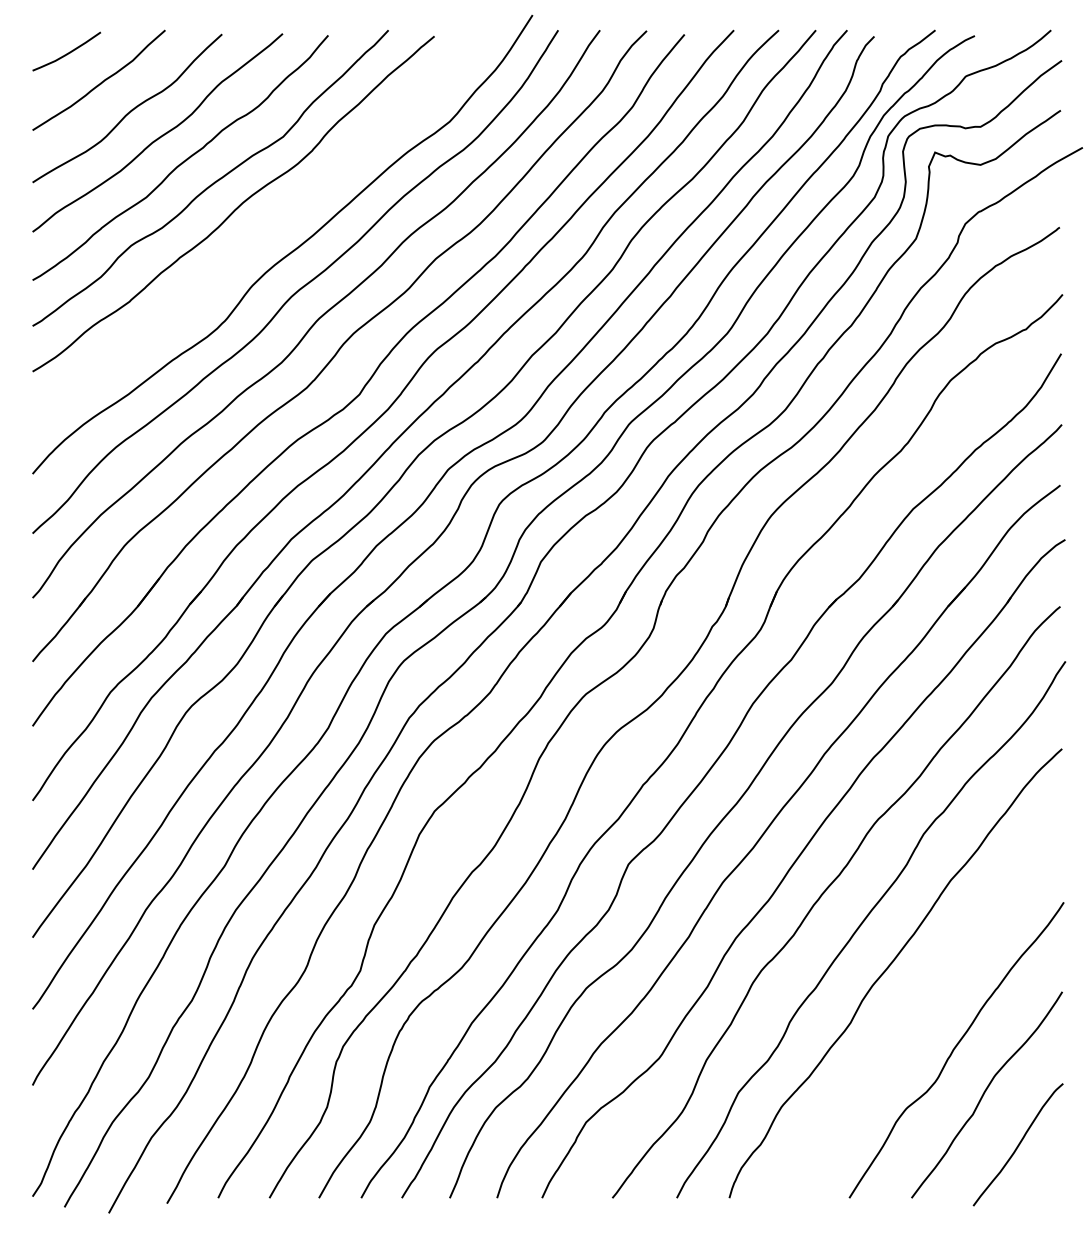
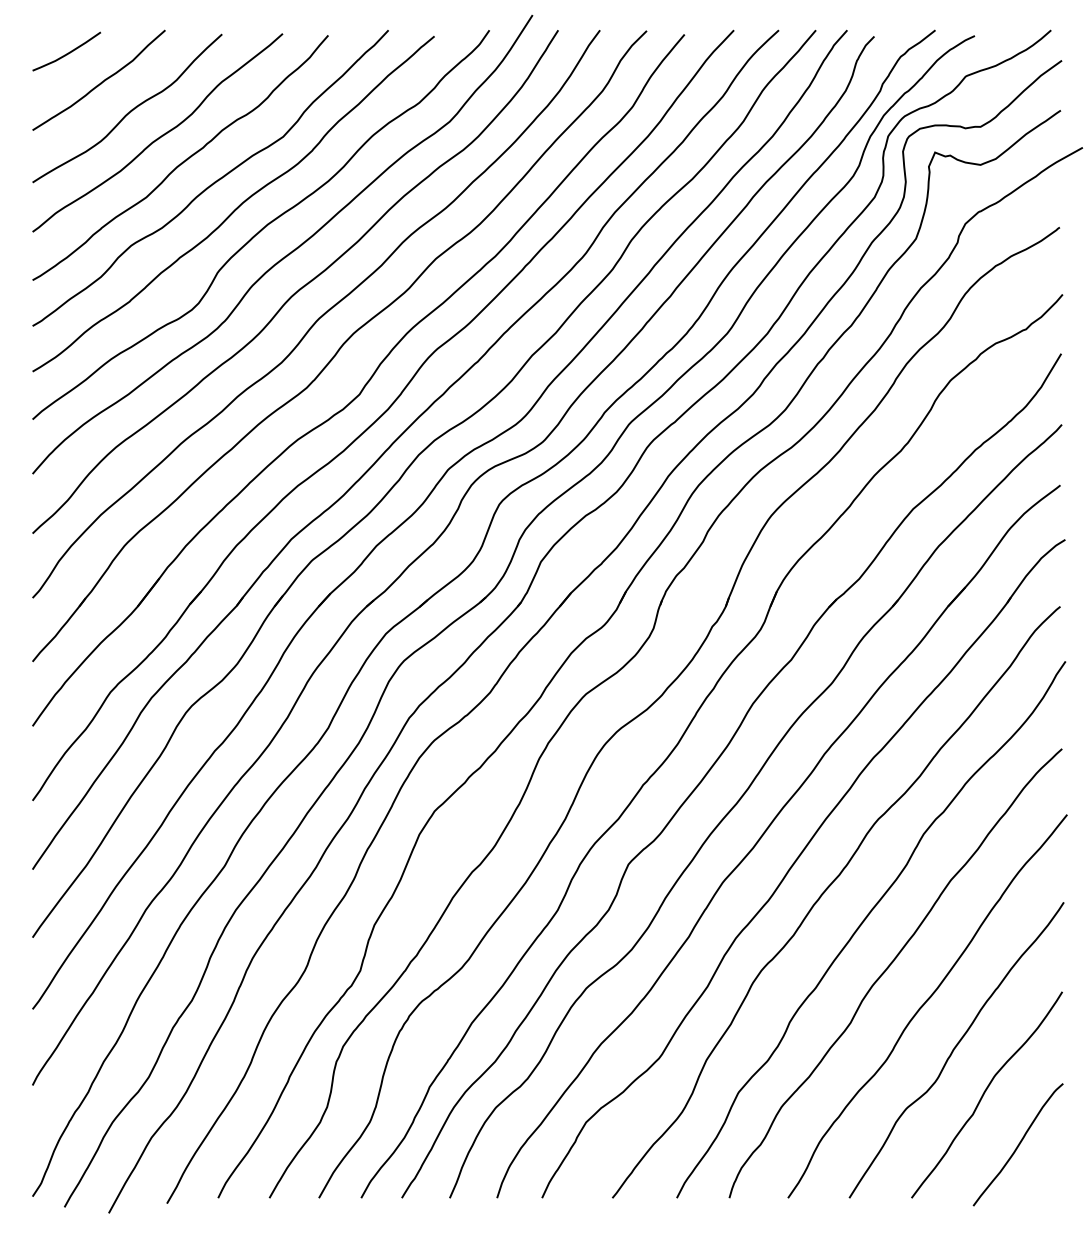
curve at (262, 227): none -> present
curve at (924, 1005): none -> present
